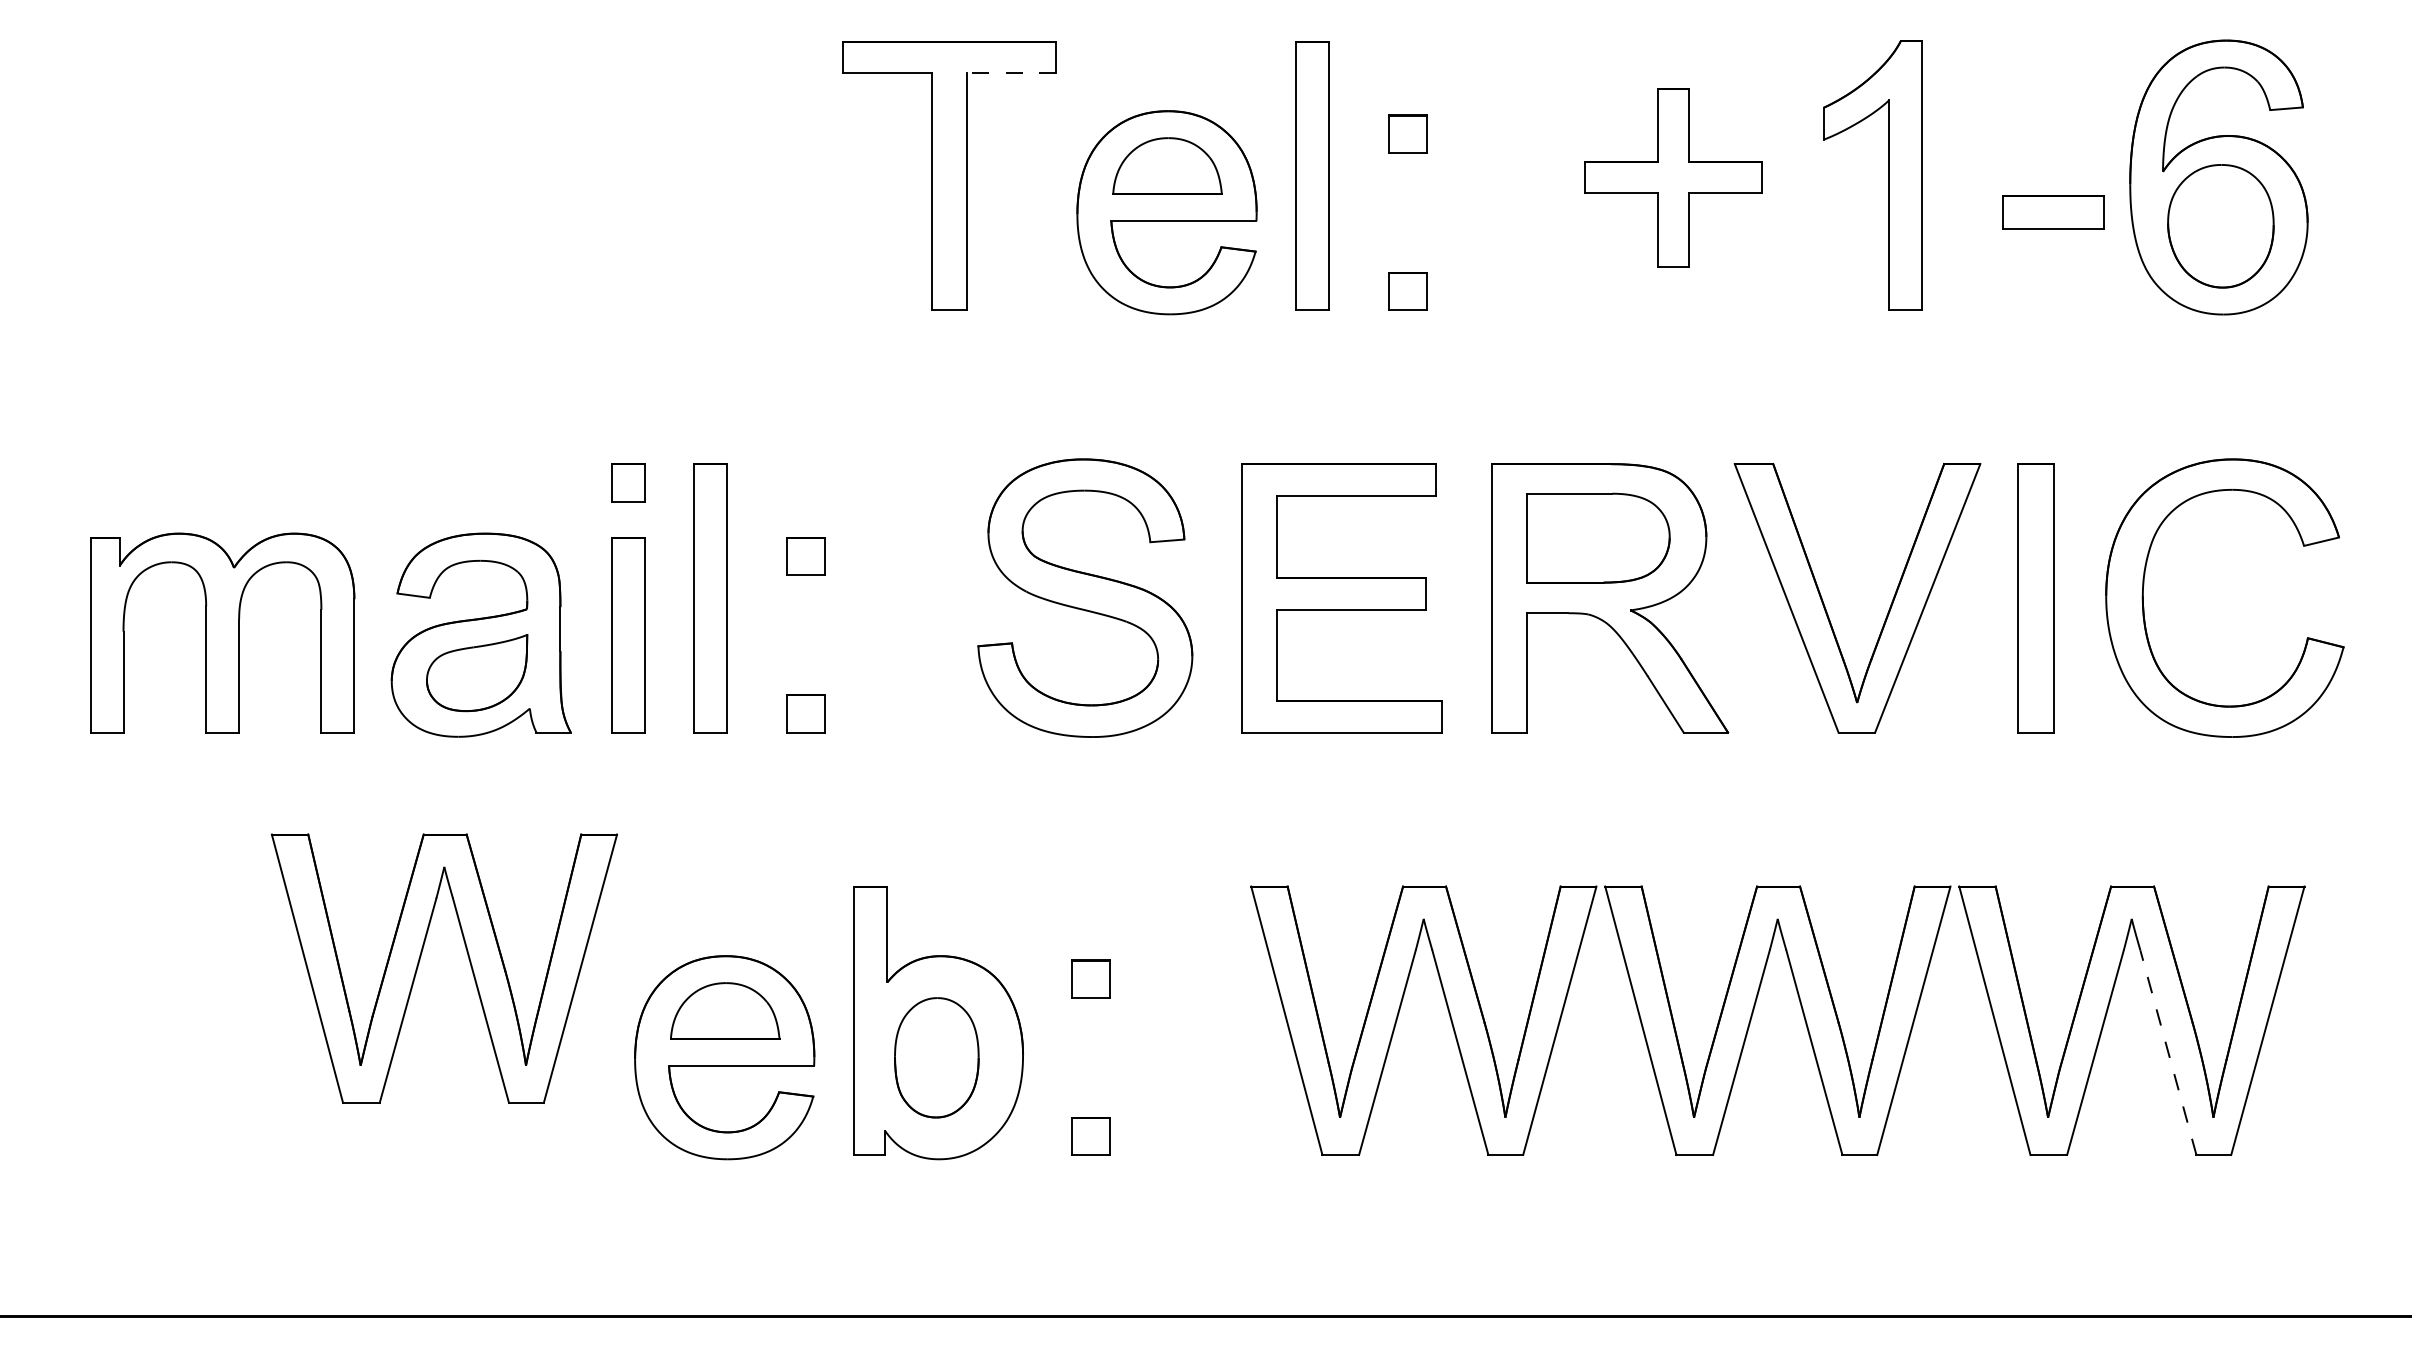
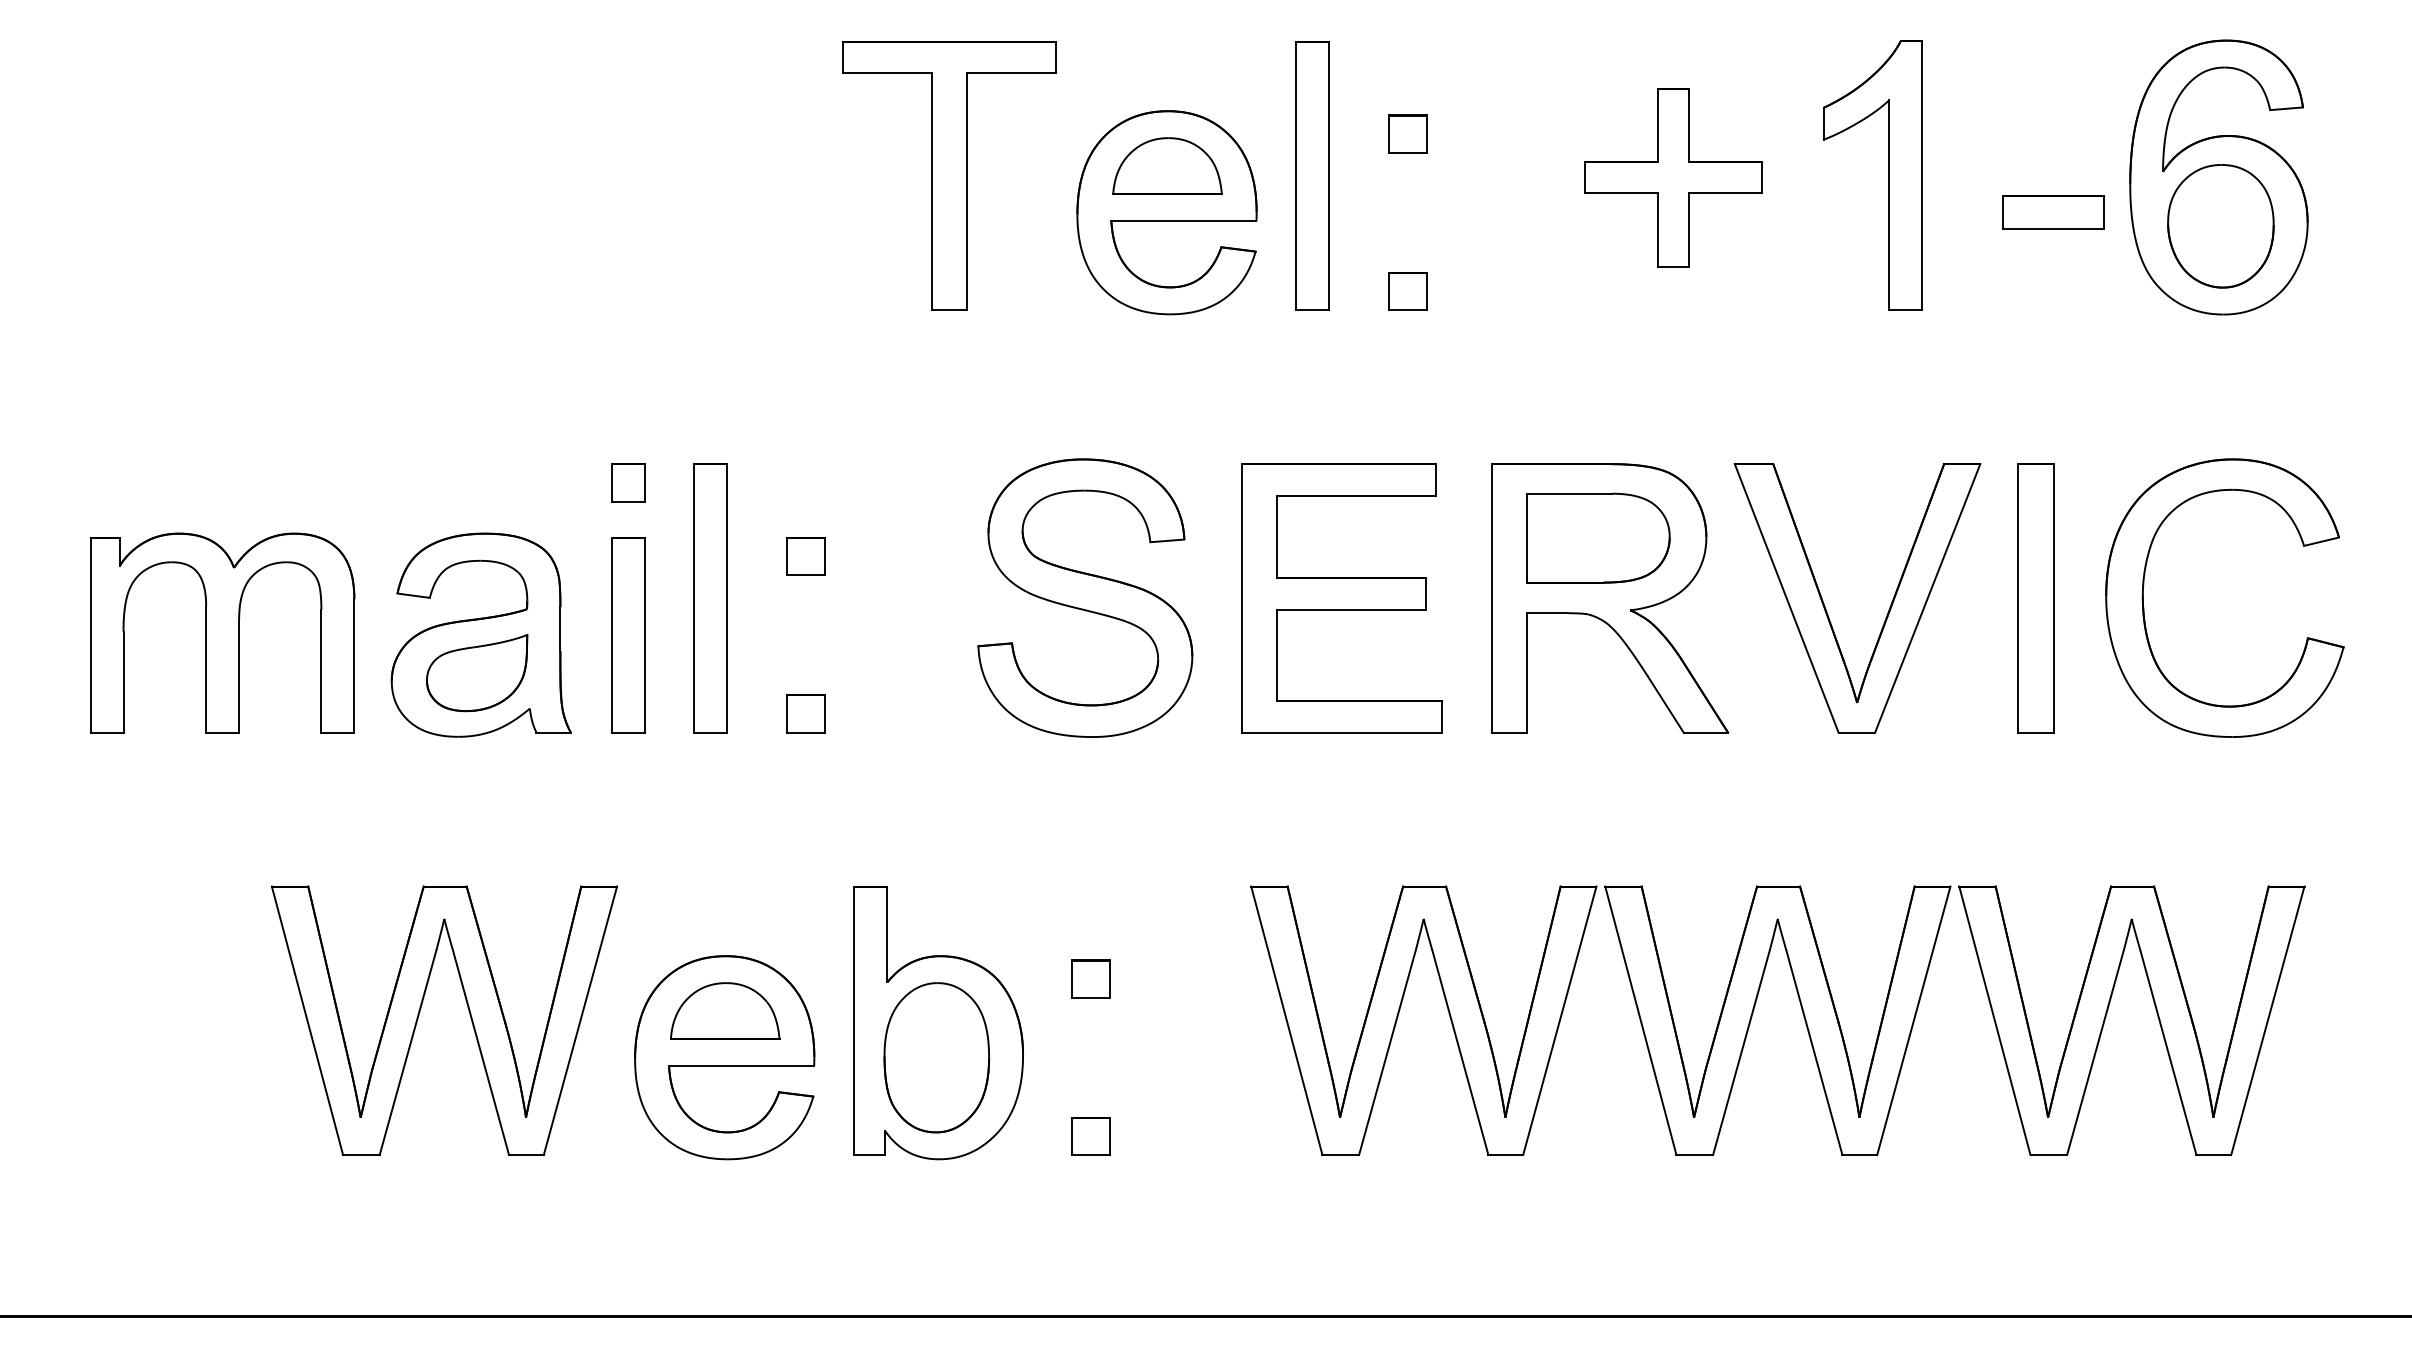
line at (1011, 73): dashed -> solid
part at (420, 960) position: (420, 960) -> (420, 1012)
line at (2168, 1052): dashed -> solid
part at (936, 1057) size: 86x122 px -> 108x152 px
